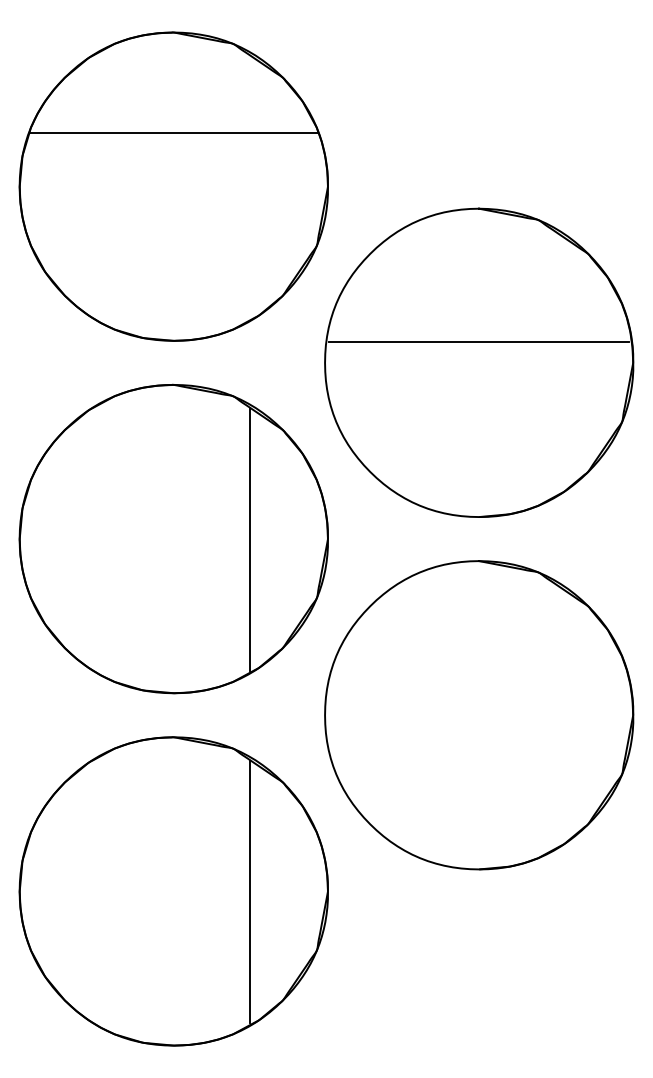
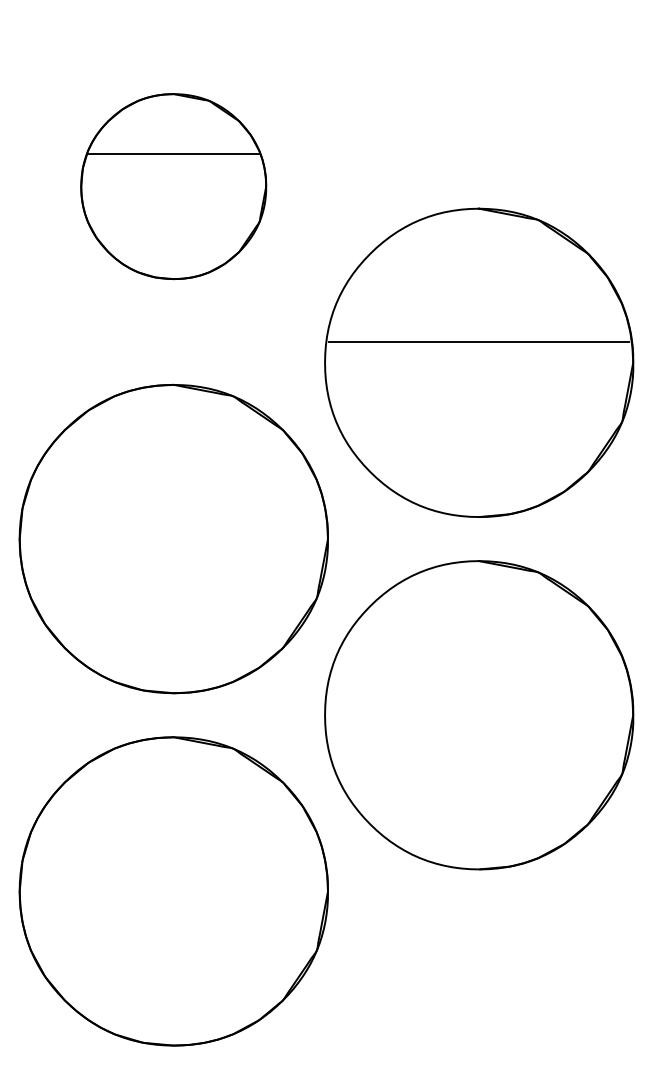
part at (173, 186) size: 311x311 px -> 188x188 px
line at (249, 539): present -> none
line at (249, 891): present -> none
